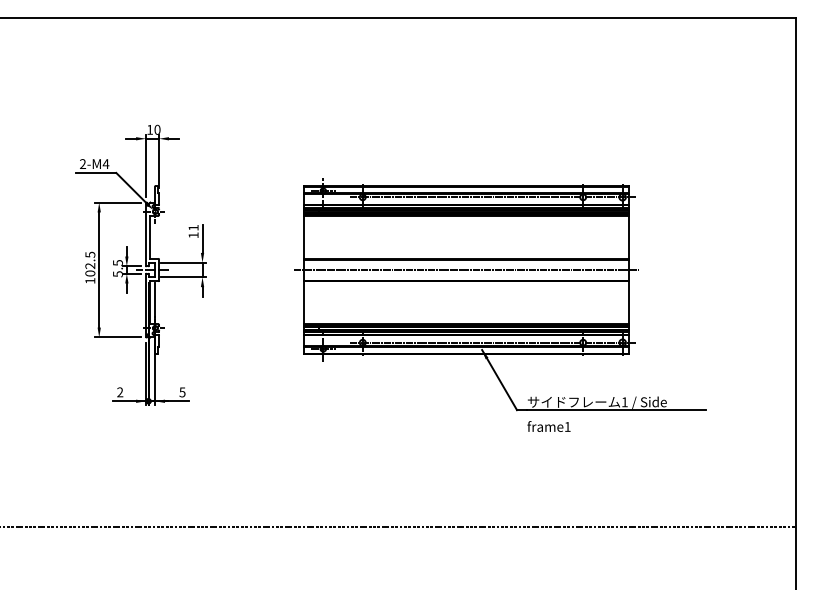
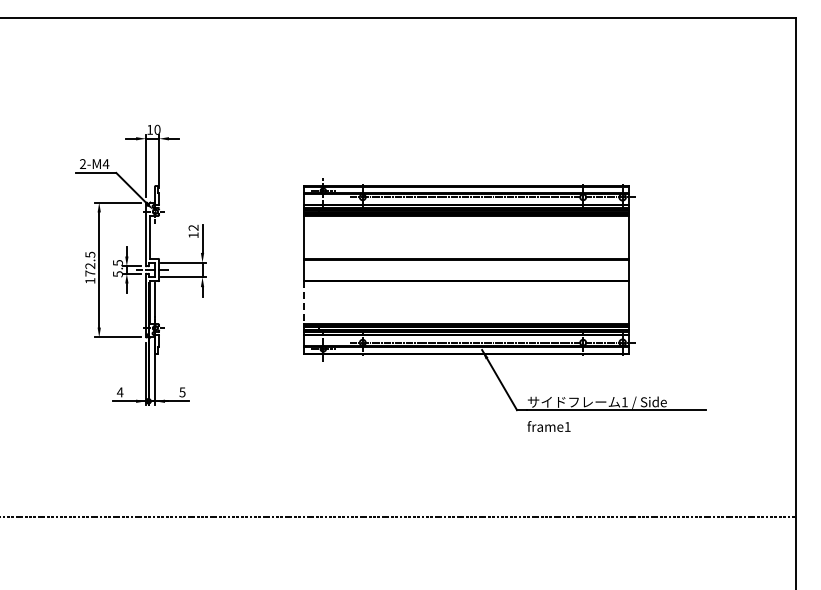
text at (193, 227): 11 -> 12
line at (466, 270): present -> none
text at (90, 273): 102.5 -> 172.5
line at (303, 302): solid -> dashed
text at (119, 392): 2 -> 4
line at (399, 526) position: (399, 526) -> (399, 516)
